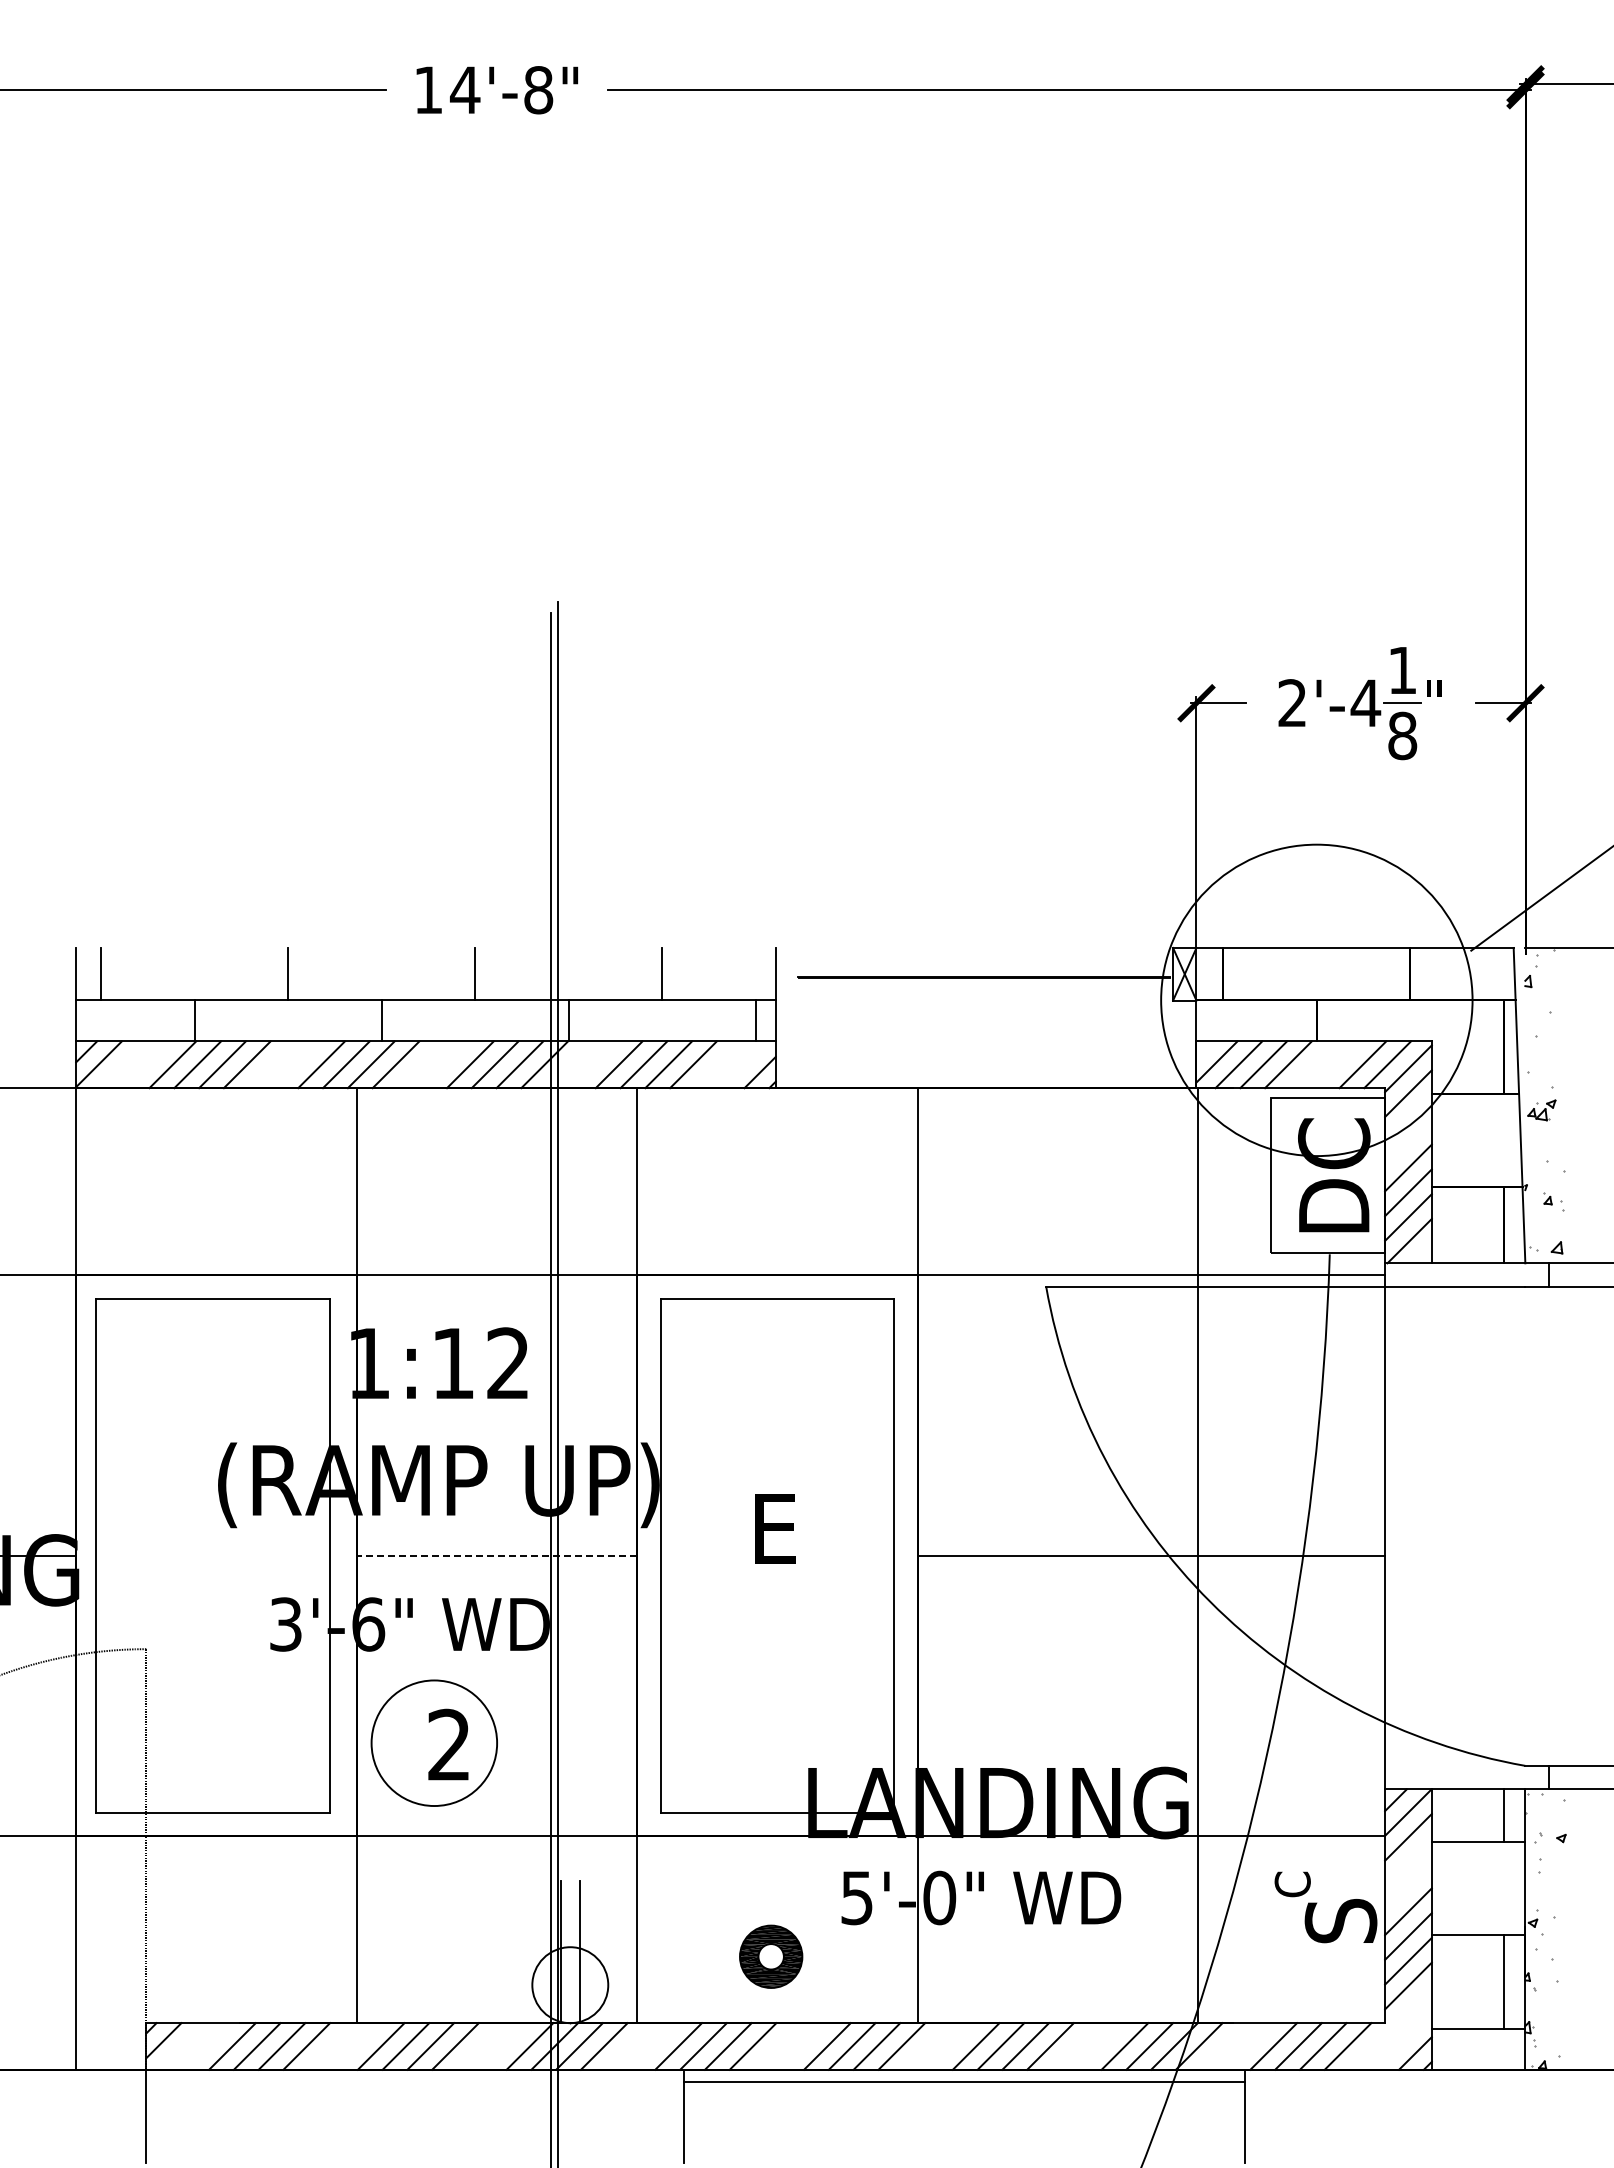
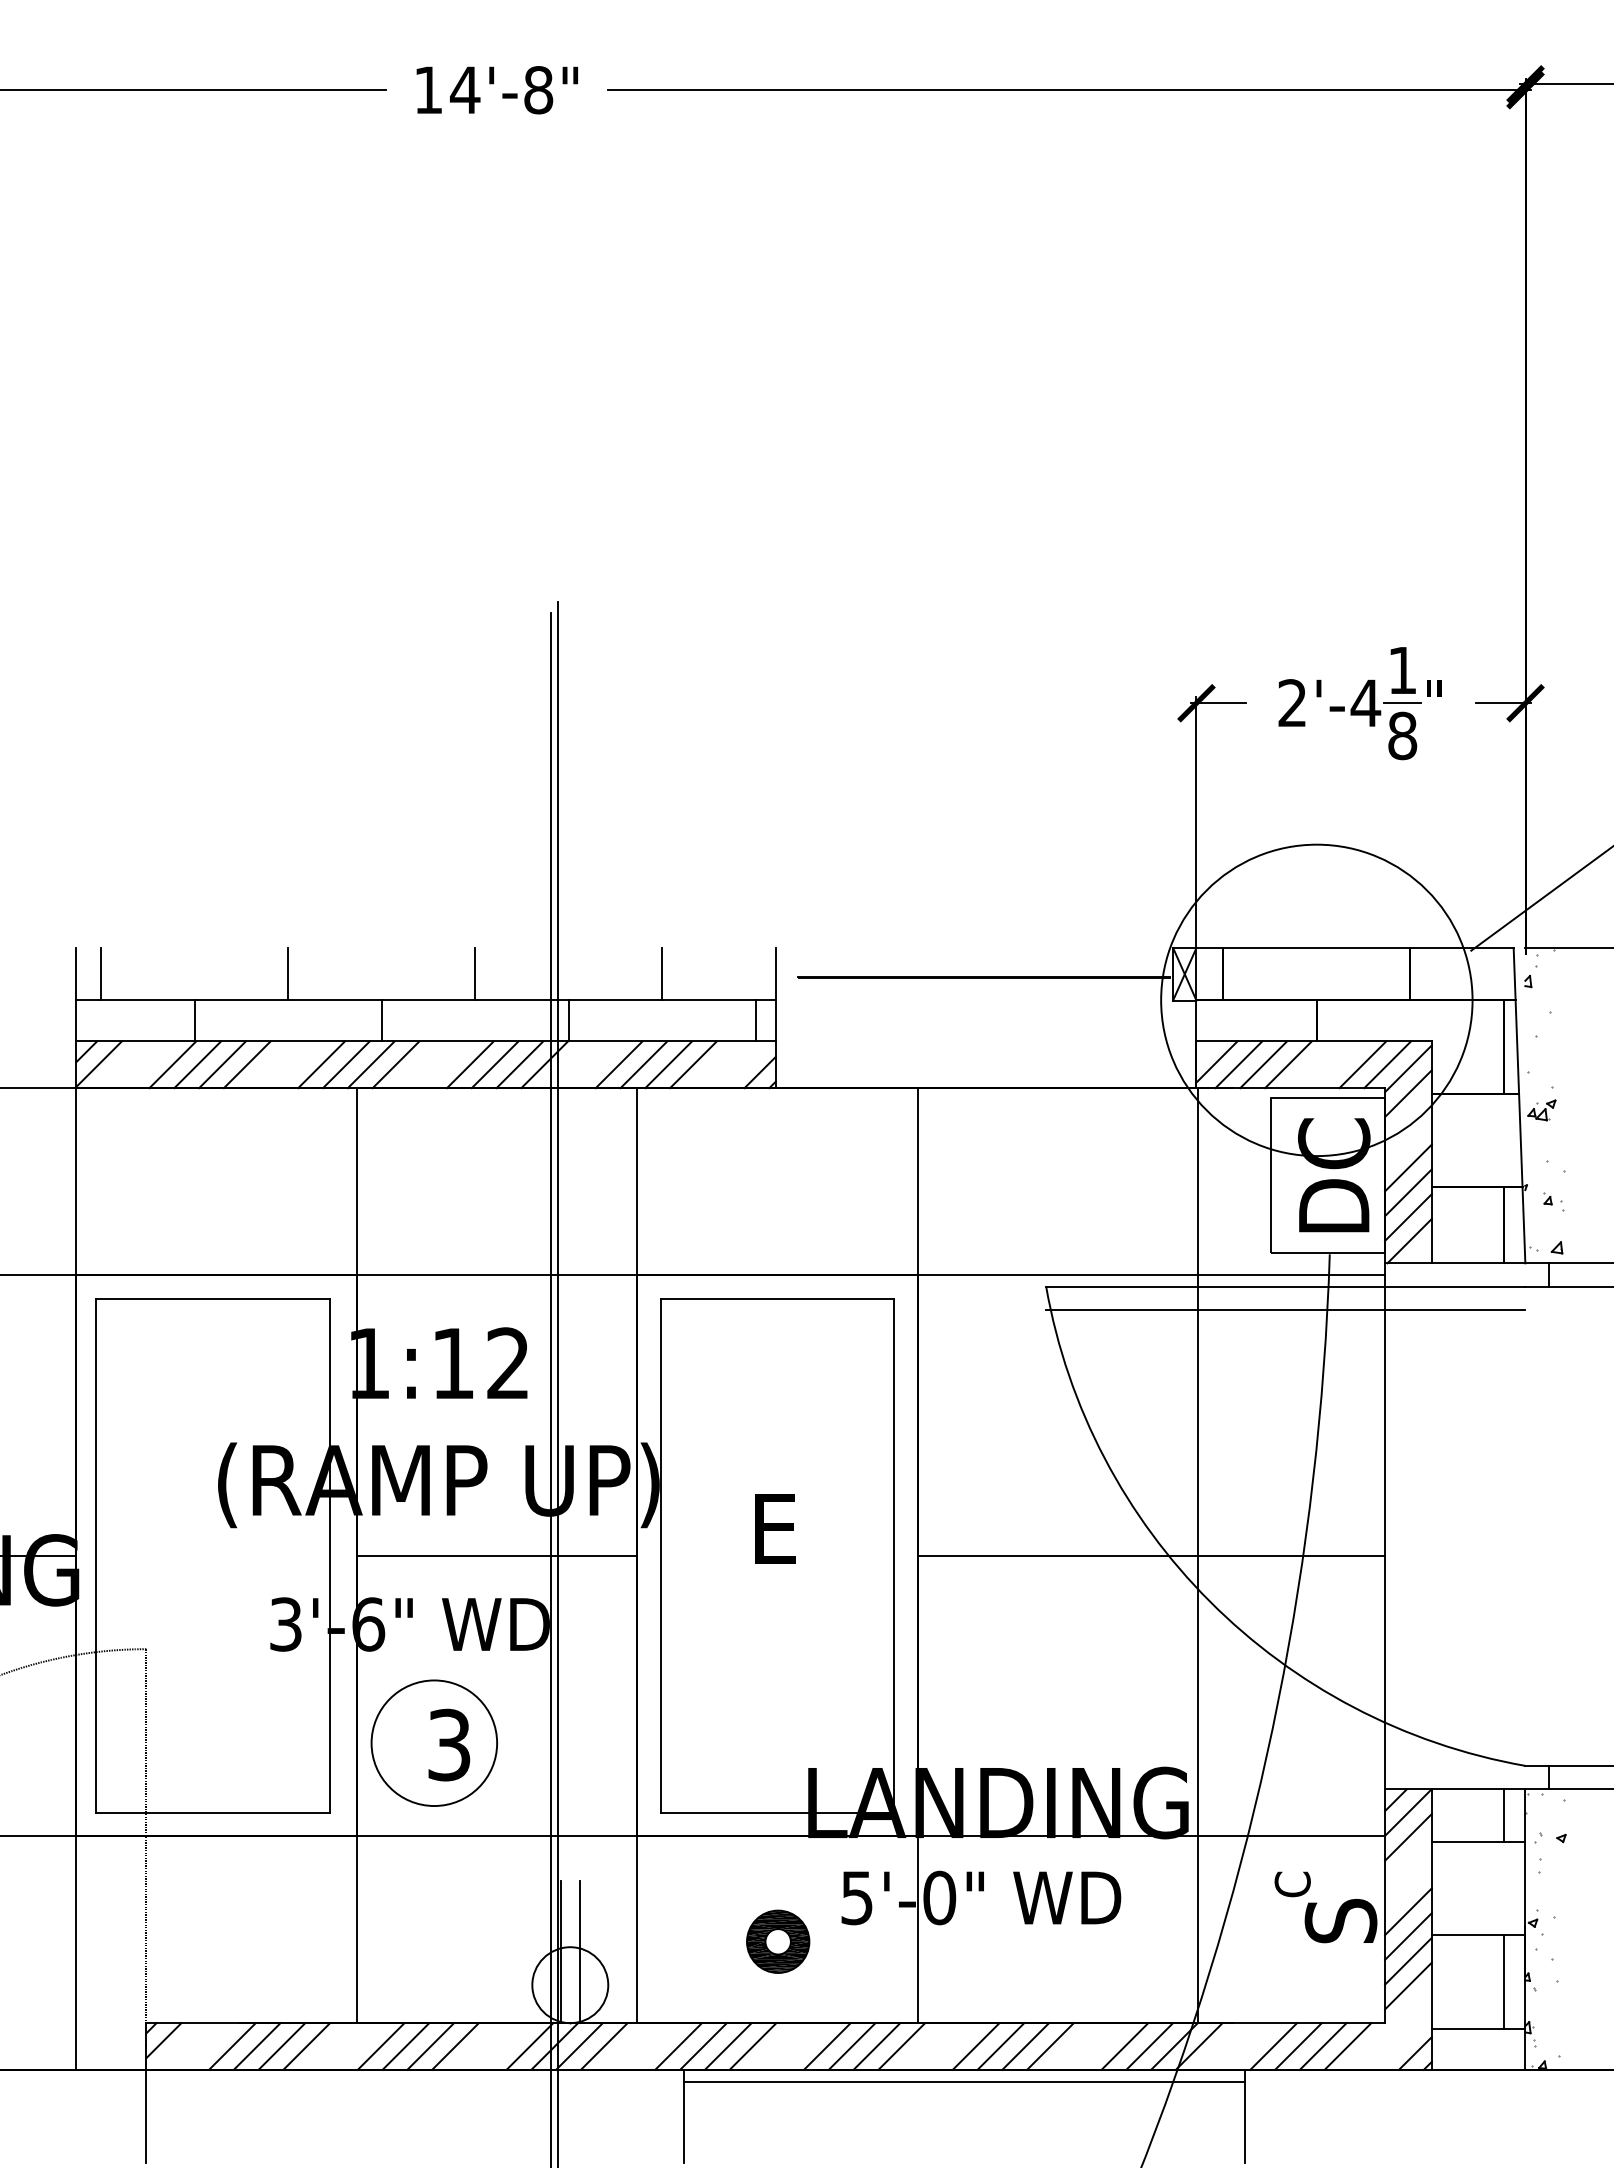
line at (1285, 1310): none -> present
line at (496, 1555): dashed -> solid
text at (449, 1745): 2 -> 3
part at (771, 1956) position: (771, 1956) -> (778, 1941)
